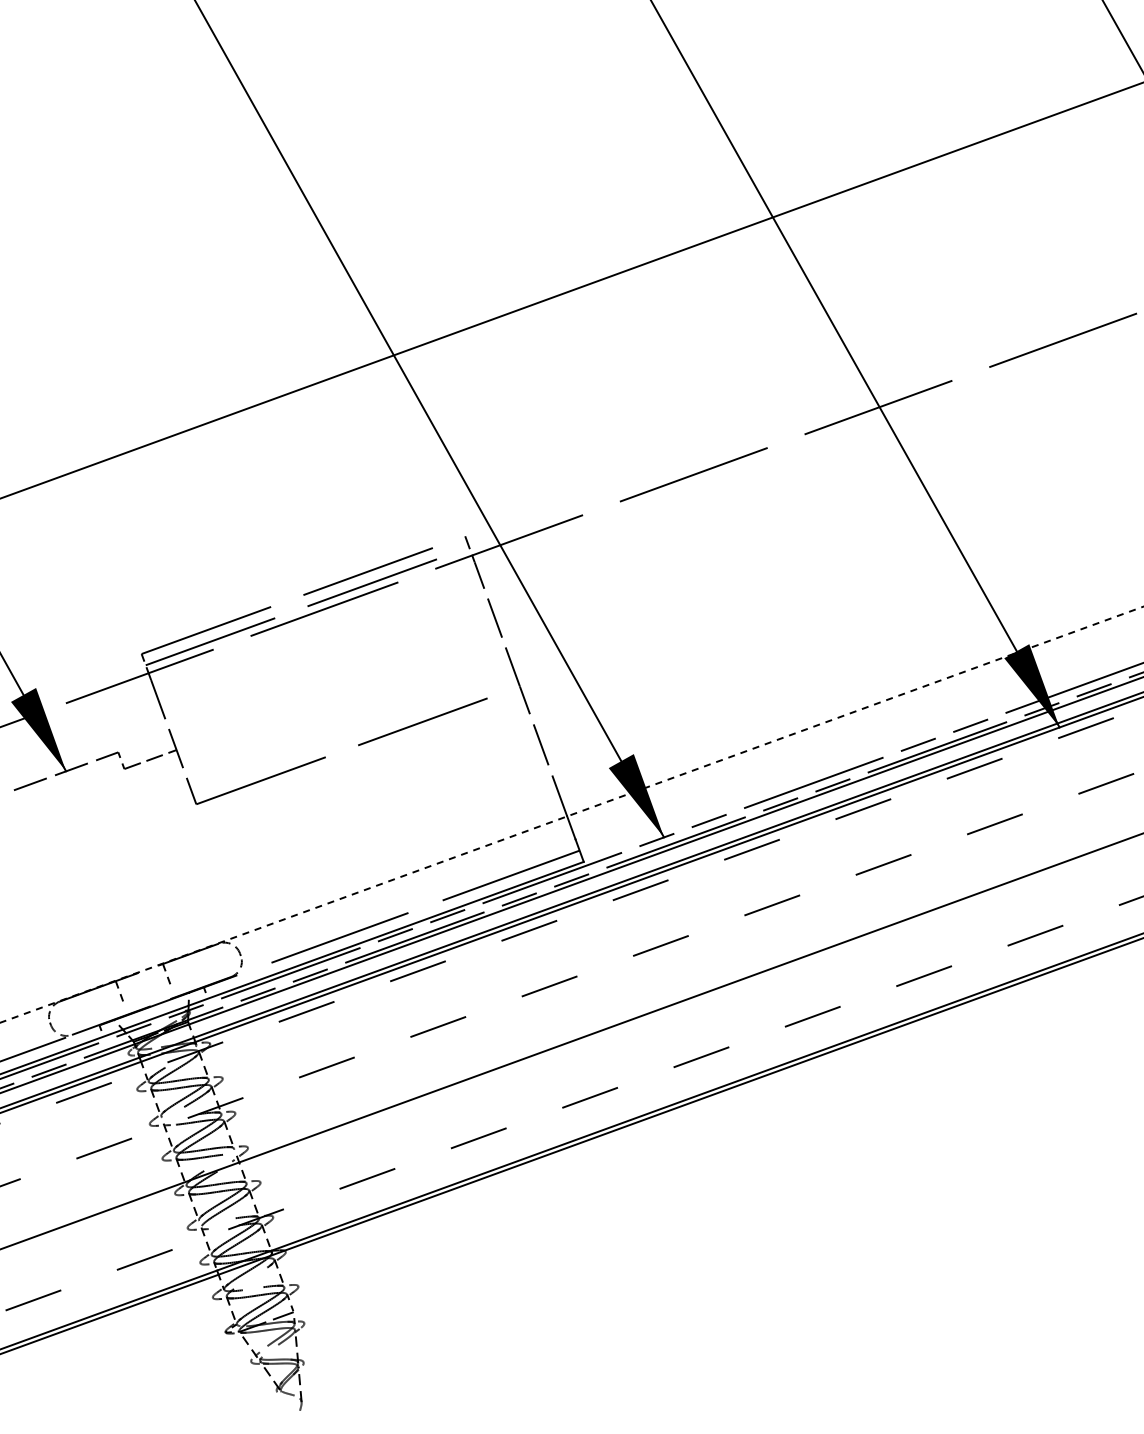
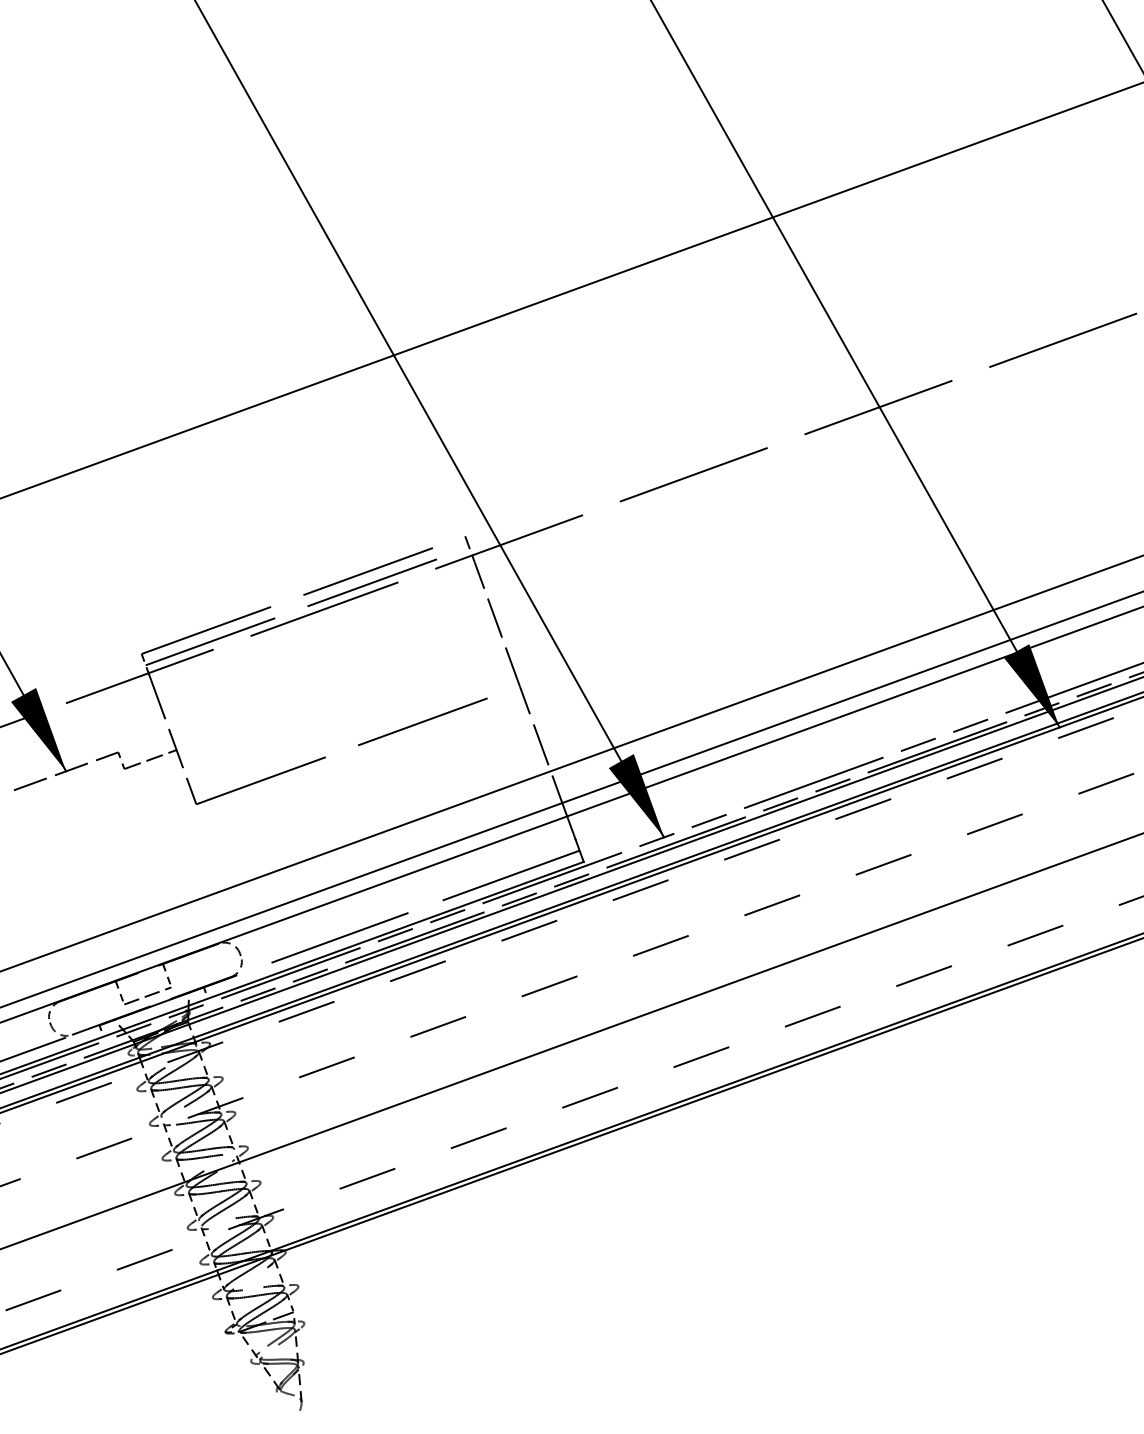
line at (571, 763): none -> present
line at (571, 799): none -> present
line at (571, 814): dashed -> solid
line at (147, 995): none -> present
